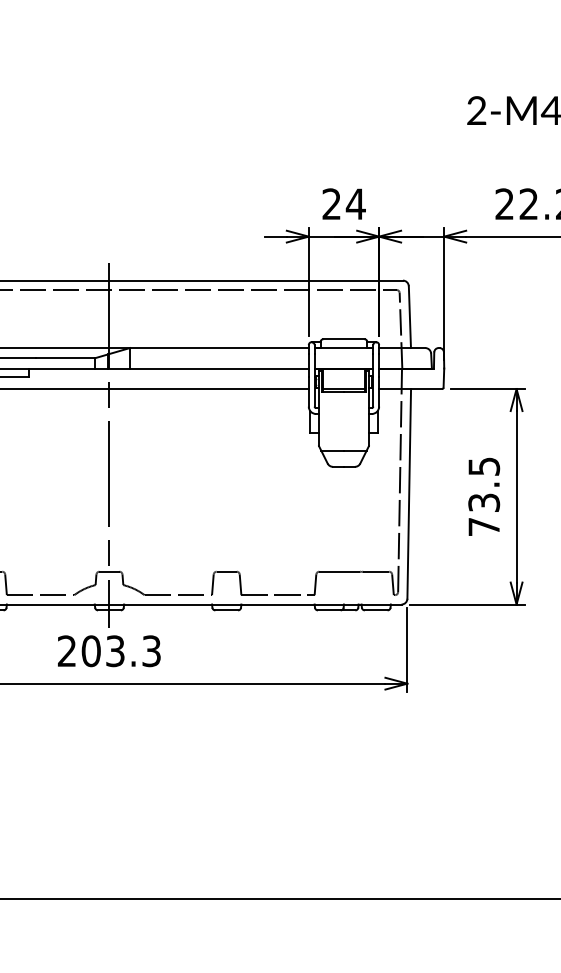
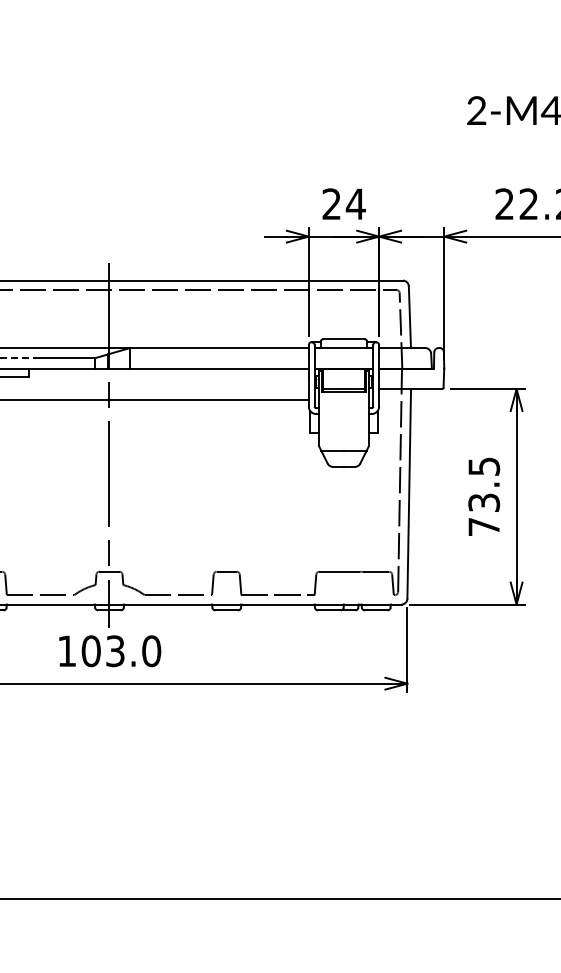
line at (18, 358): solid -> dashed
line at (155, 389) position: (155, 389) -> (155, 400)
text at (109, 651): 203.3 -> 103.0
